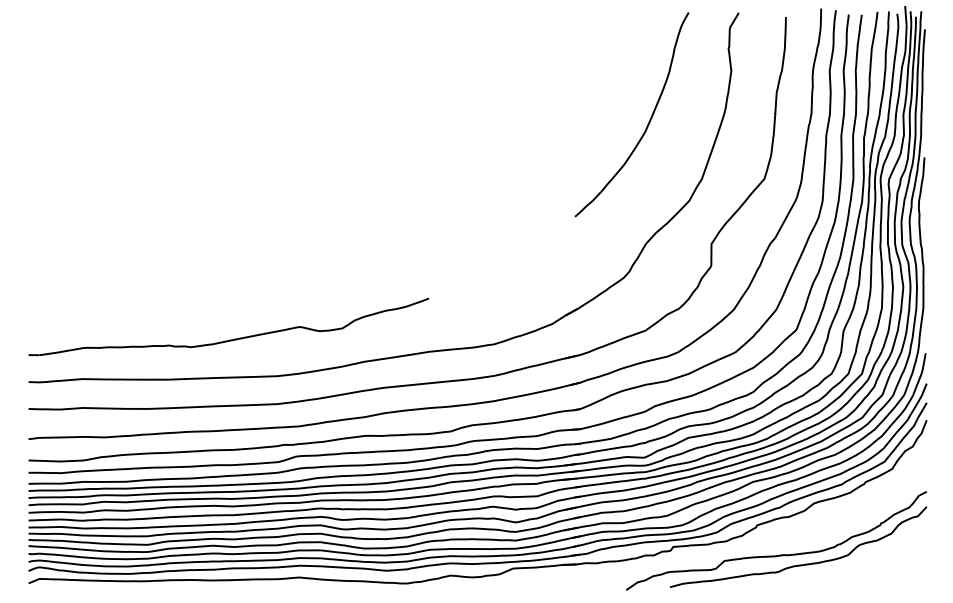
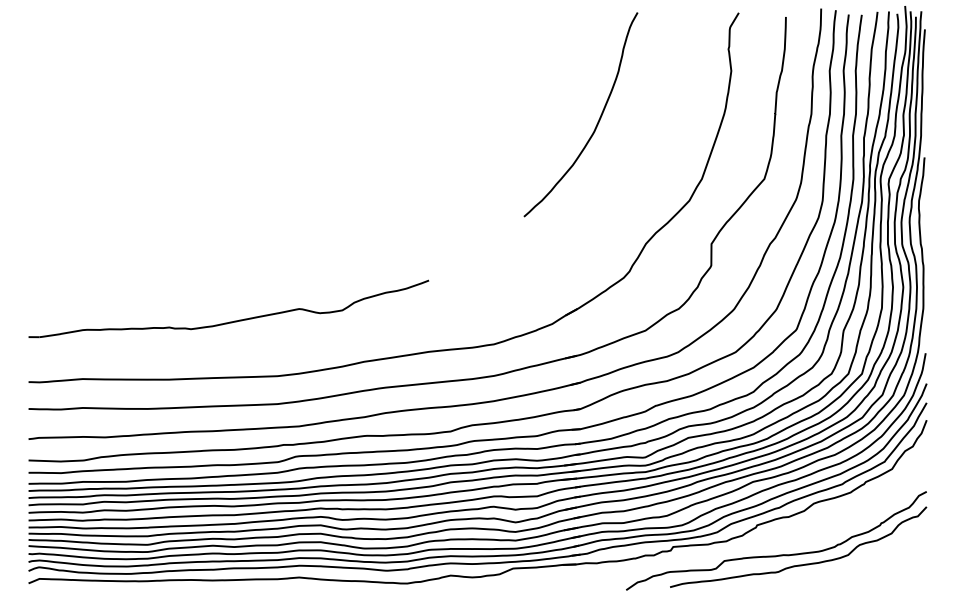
curve at (648, 121) position: (648, 121) -> (597, 121)
part at (229, 339) position: (229, 339) -> (229, 321)
